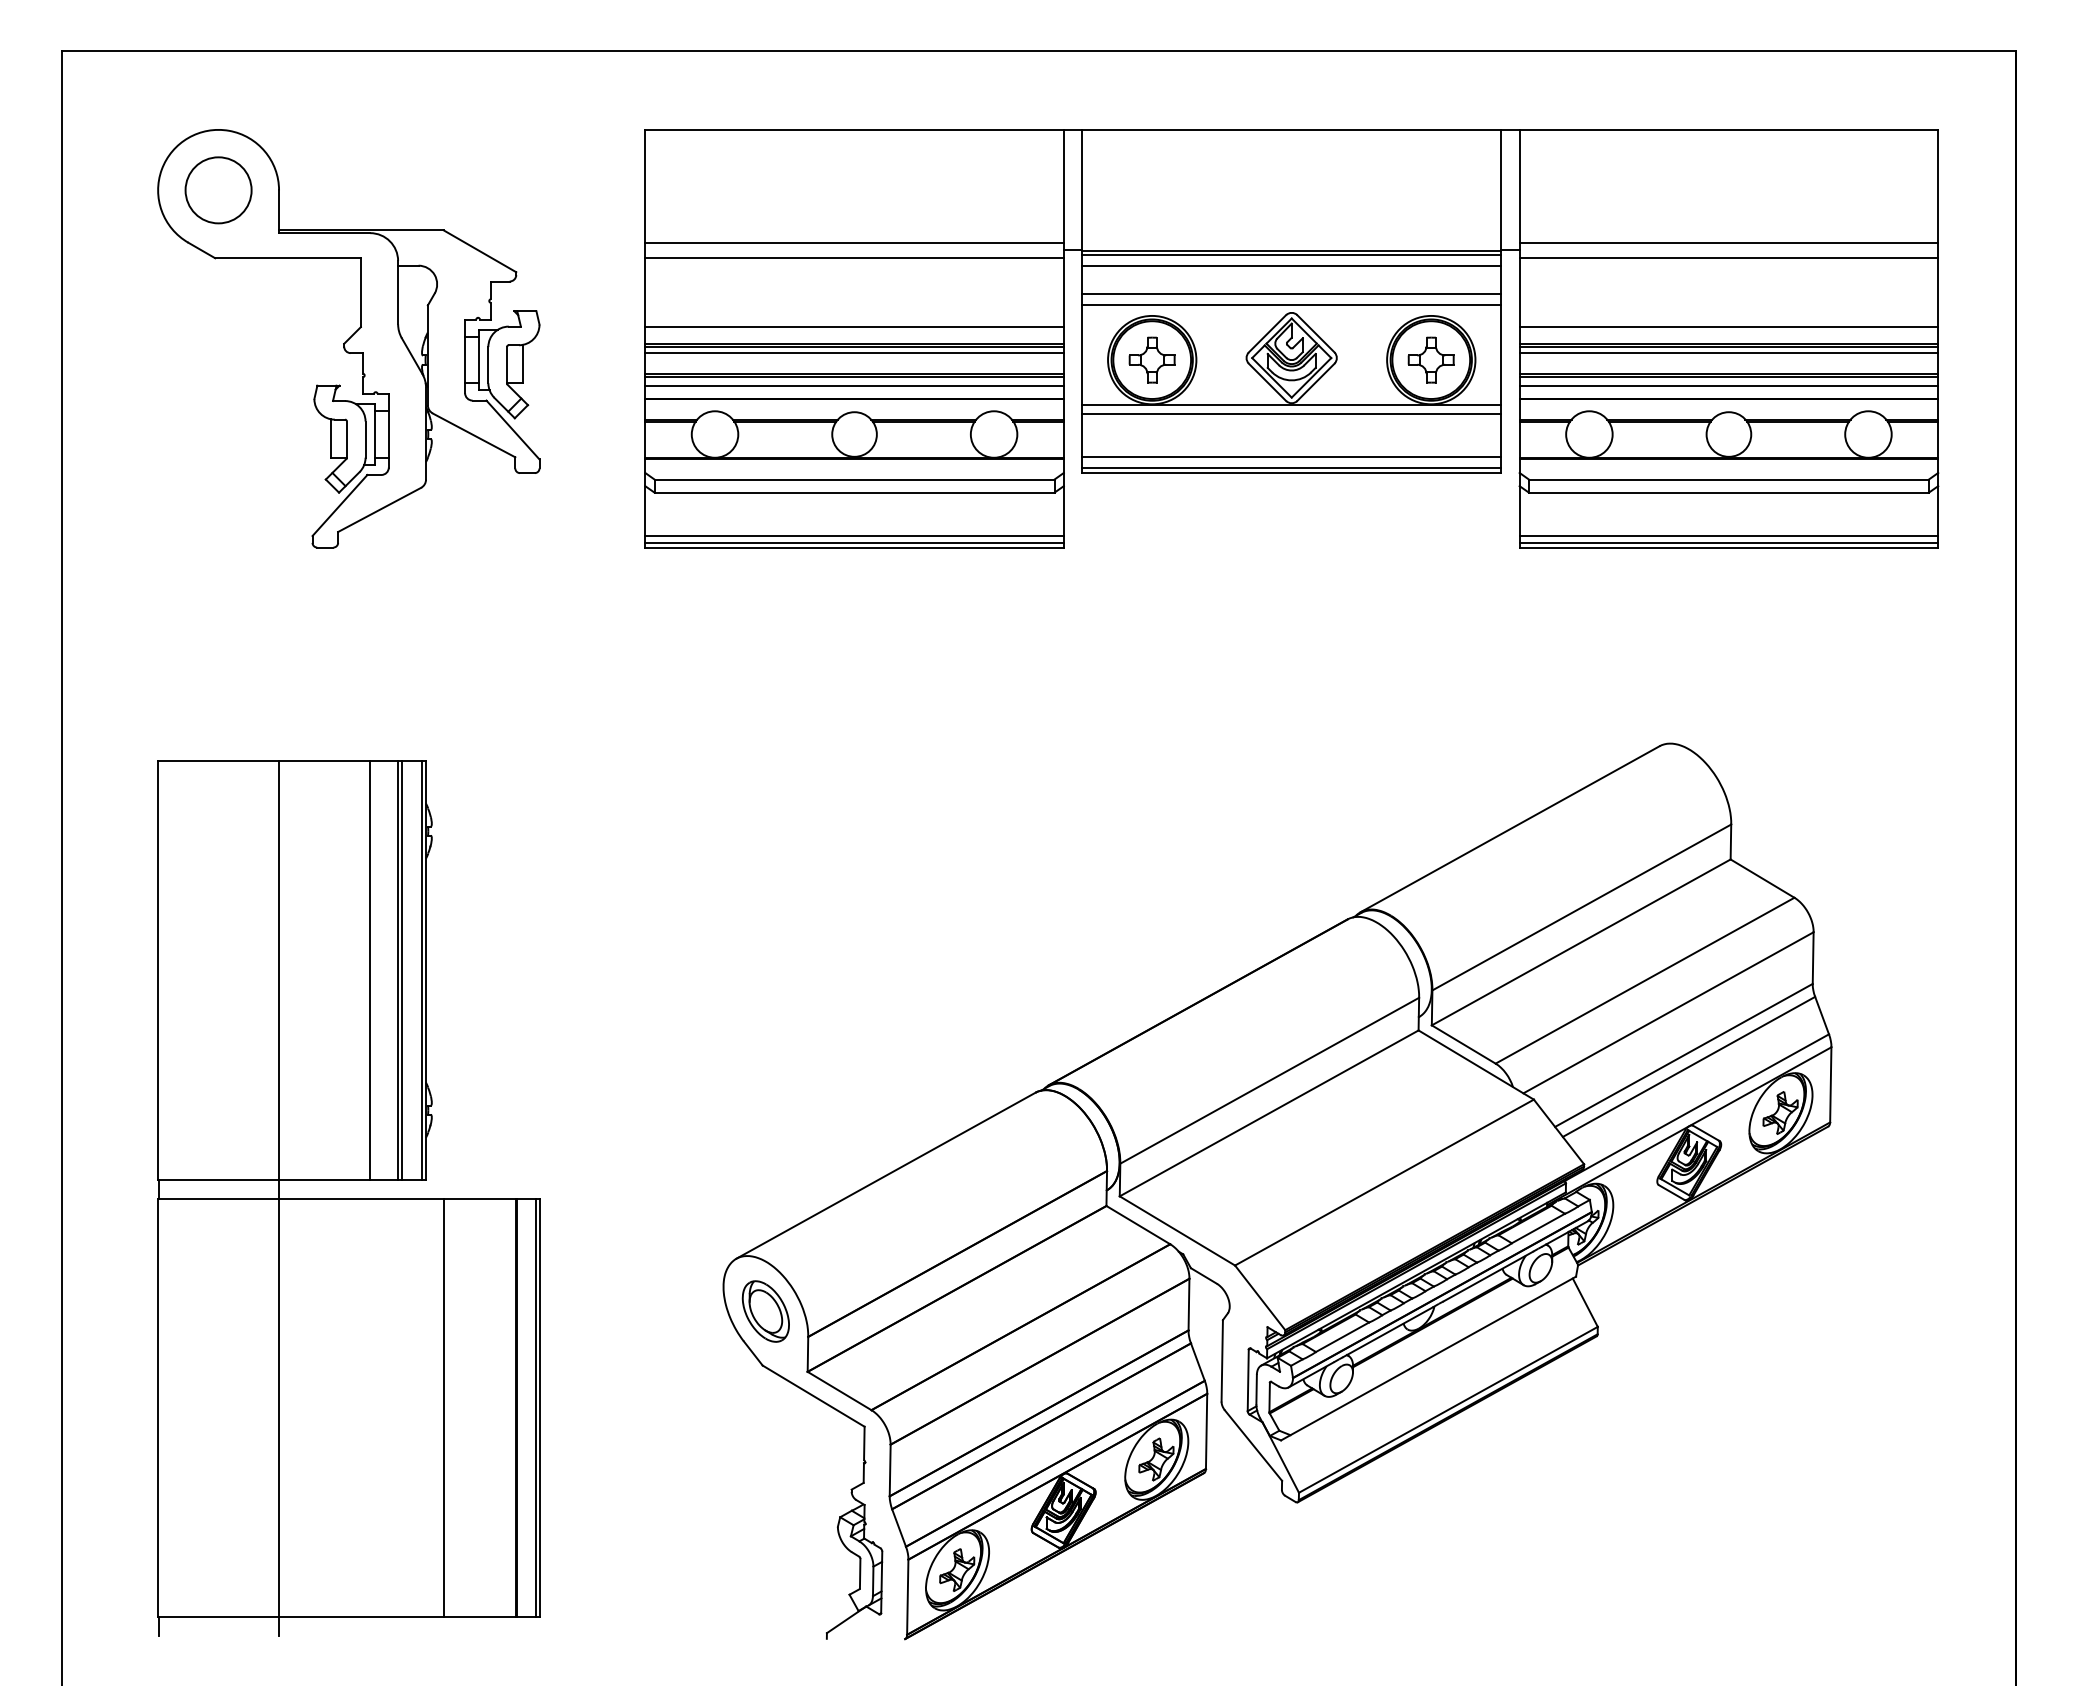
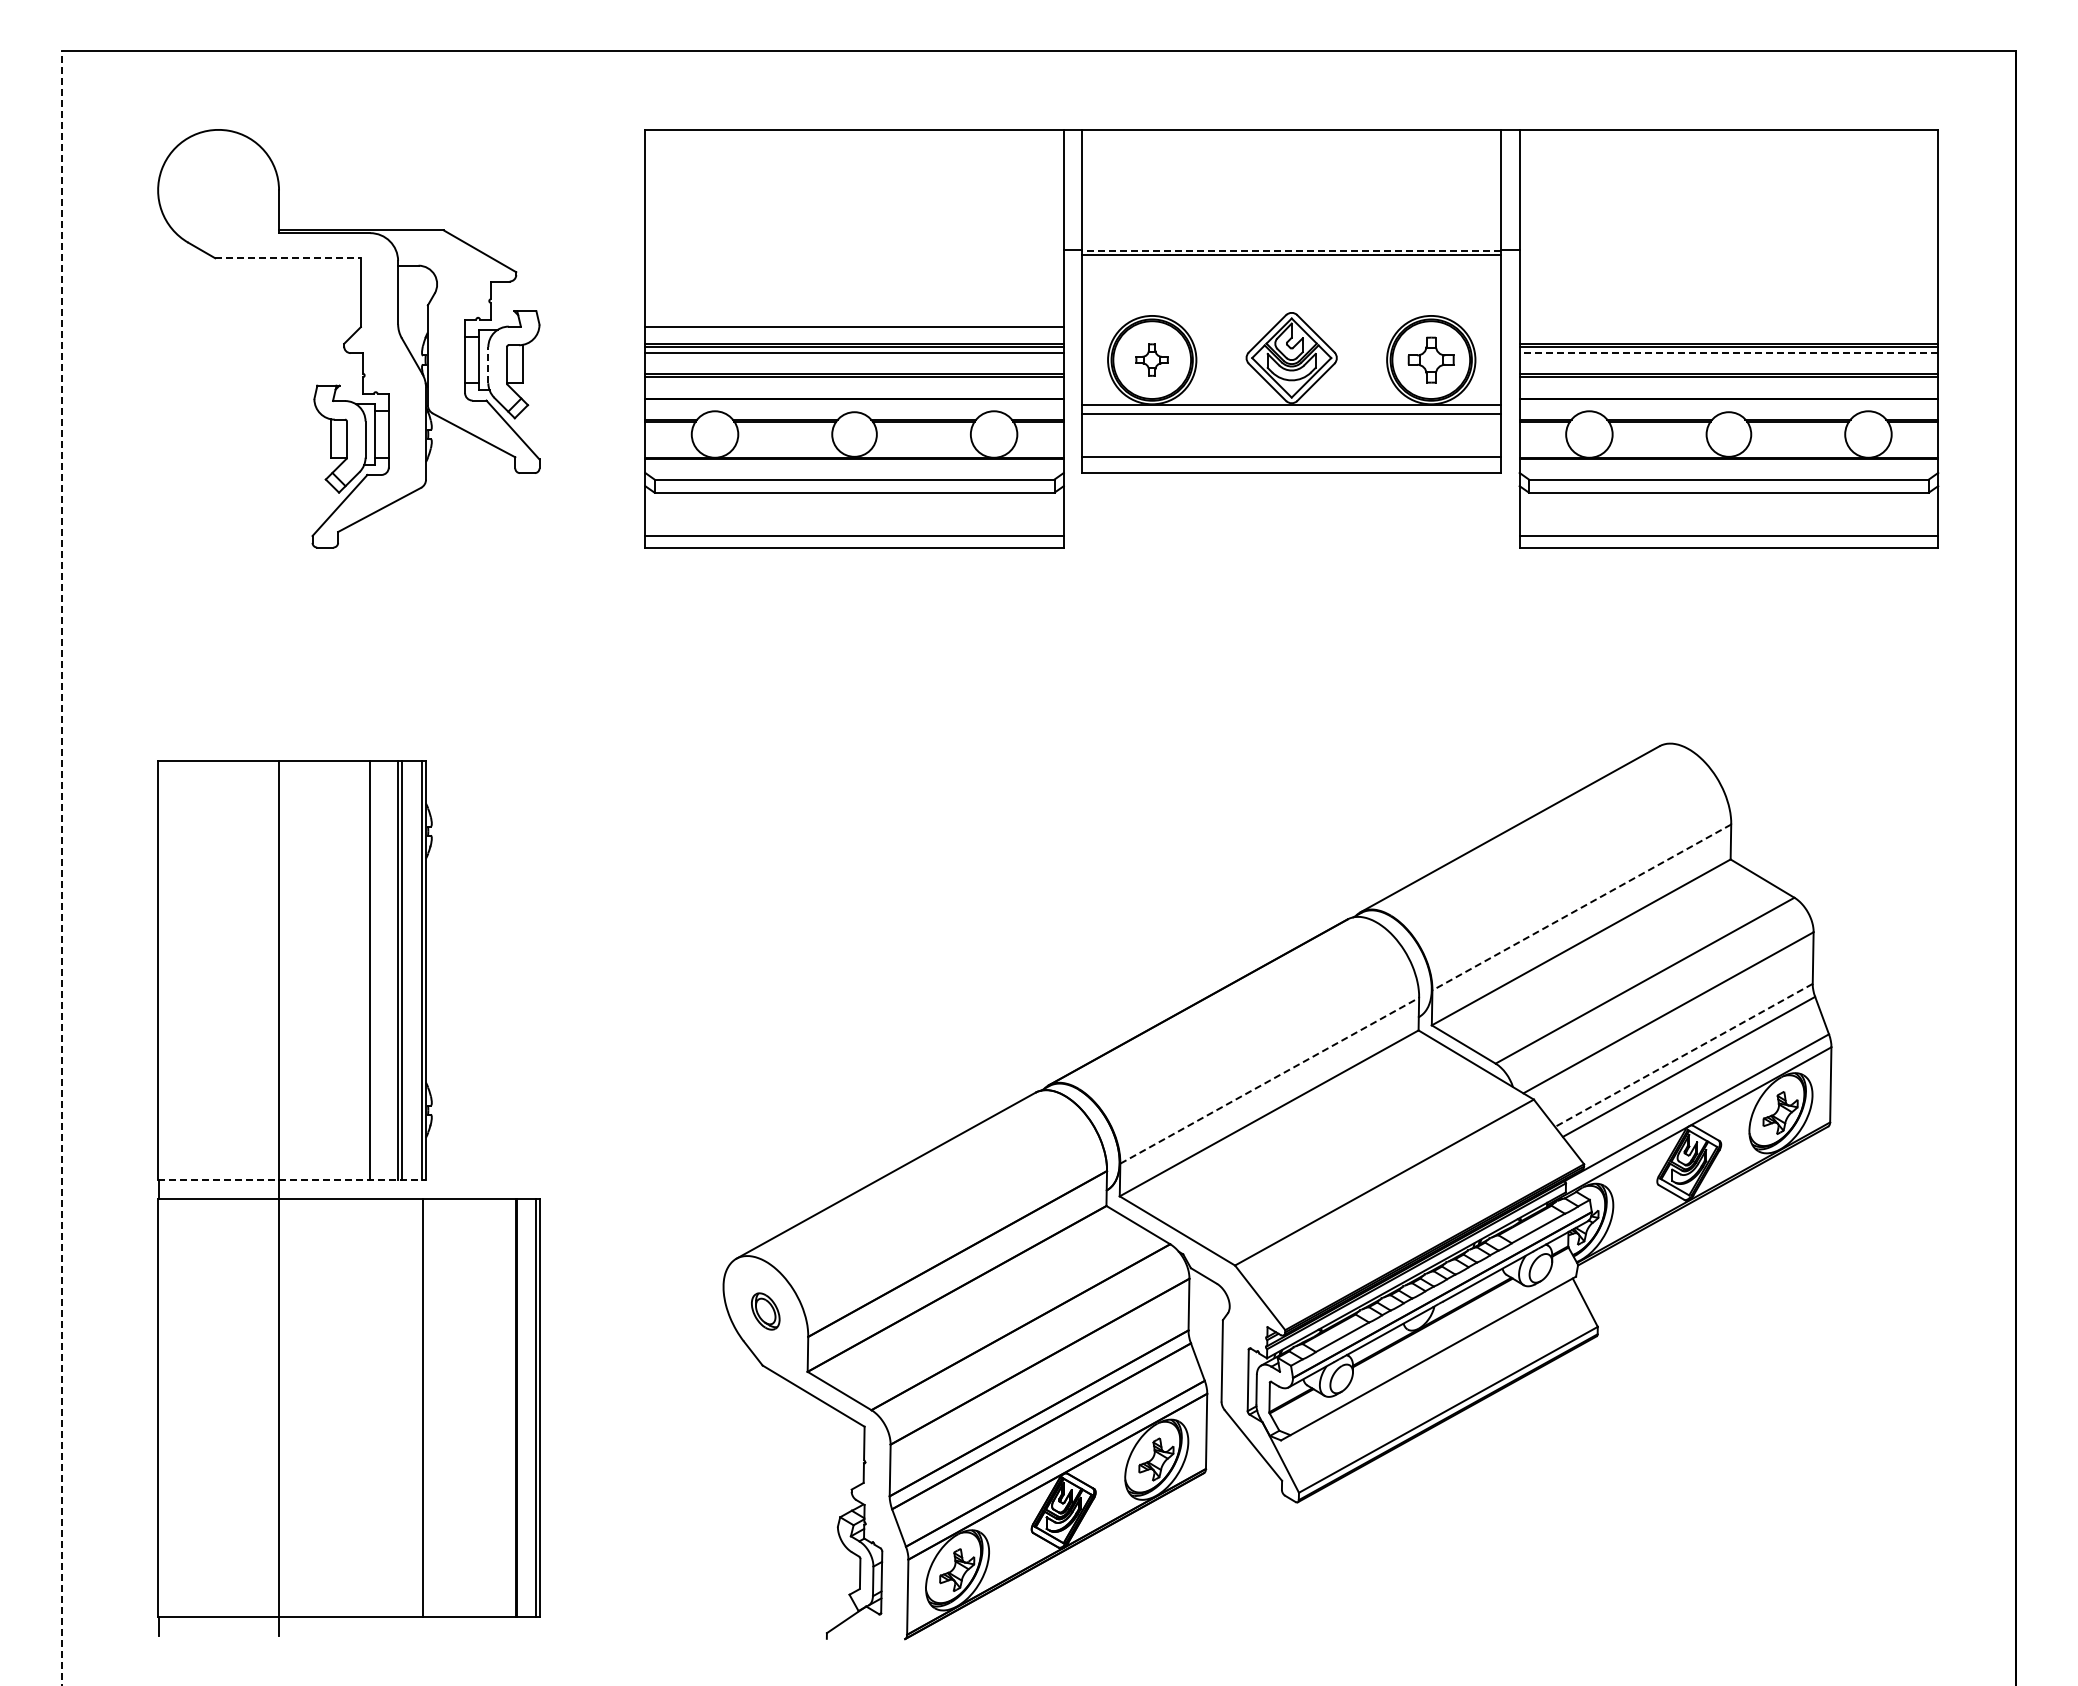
circle at (218, 190): present -> none
line at (854, 242): present -> none
line at (1728, 242): present -> none
line at (1291, 250): solid -> dashed
line at (288, 258): solid -> dashed
line at (854, 258): present -> none
line at (1728, 258): present -> none
line at (1291, 265): present -> none
line at (1291, 293): present -> none
line at (1291, 305): present -> none
line at (1728, 327): present -> none
line at (1728, 353): solid -> dashed
part at (1151, 359) size: 48x48 px -> 34x34 px
line at (488, 364): solid -> dashed
line at (854, 385): present -> none
line at (1728, 385): present -> none
line at (1291, 468): present -> none
line at (854, 542): present -> none
line at (1728, 542): present -> none
line at (62, 867): solid -> dashed
line at (1581, 907): solid -> dashed
line at (1683, 1055): solid -> dashed
line at (1269, 1080): solid -> dashed
line at (292, 1179): solid -> dashed
part at (765, 1311) size: 49x63 px -> 30x39 px
line at (443, 1407) position: (443, 1407) -> (422, 1407)
